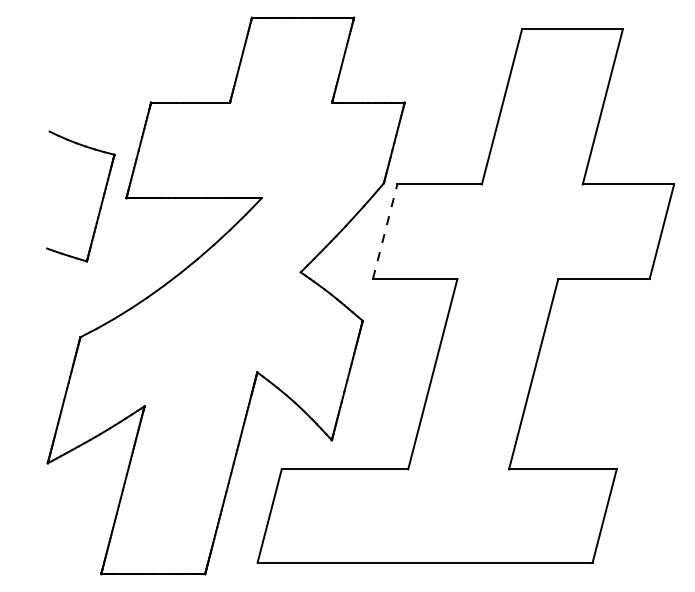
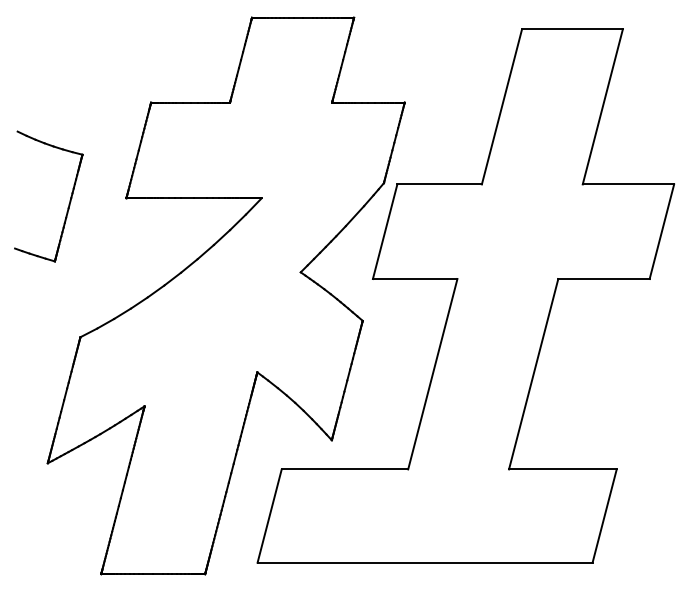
part at (101, 200) position: (101, 200) -> (69, 200)
line at (385, 231): dashed -> solid
